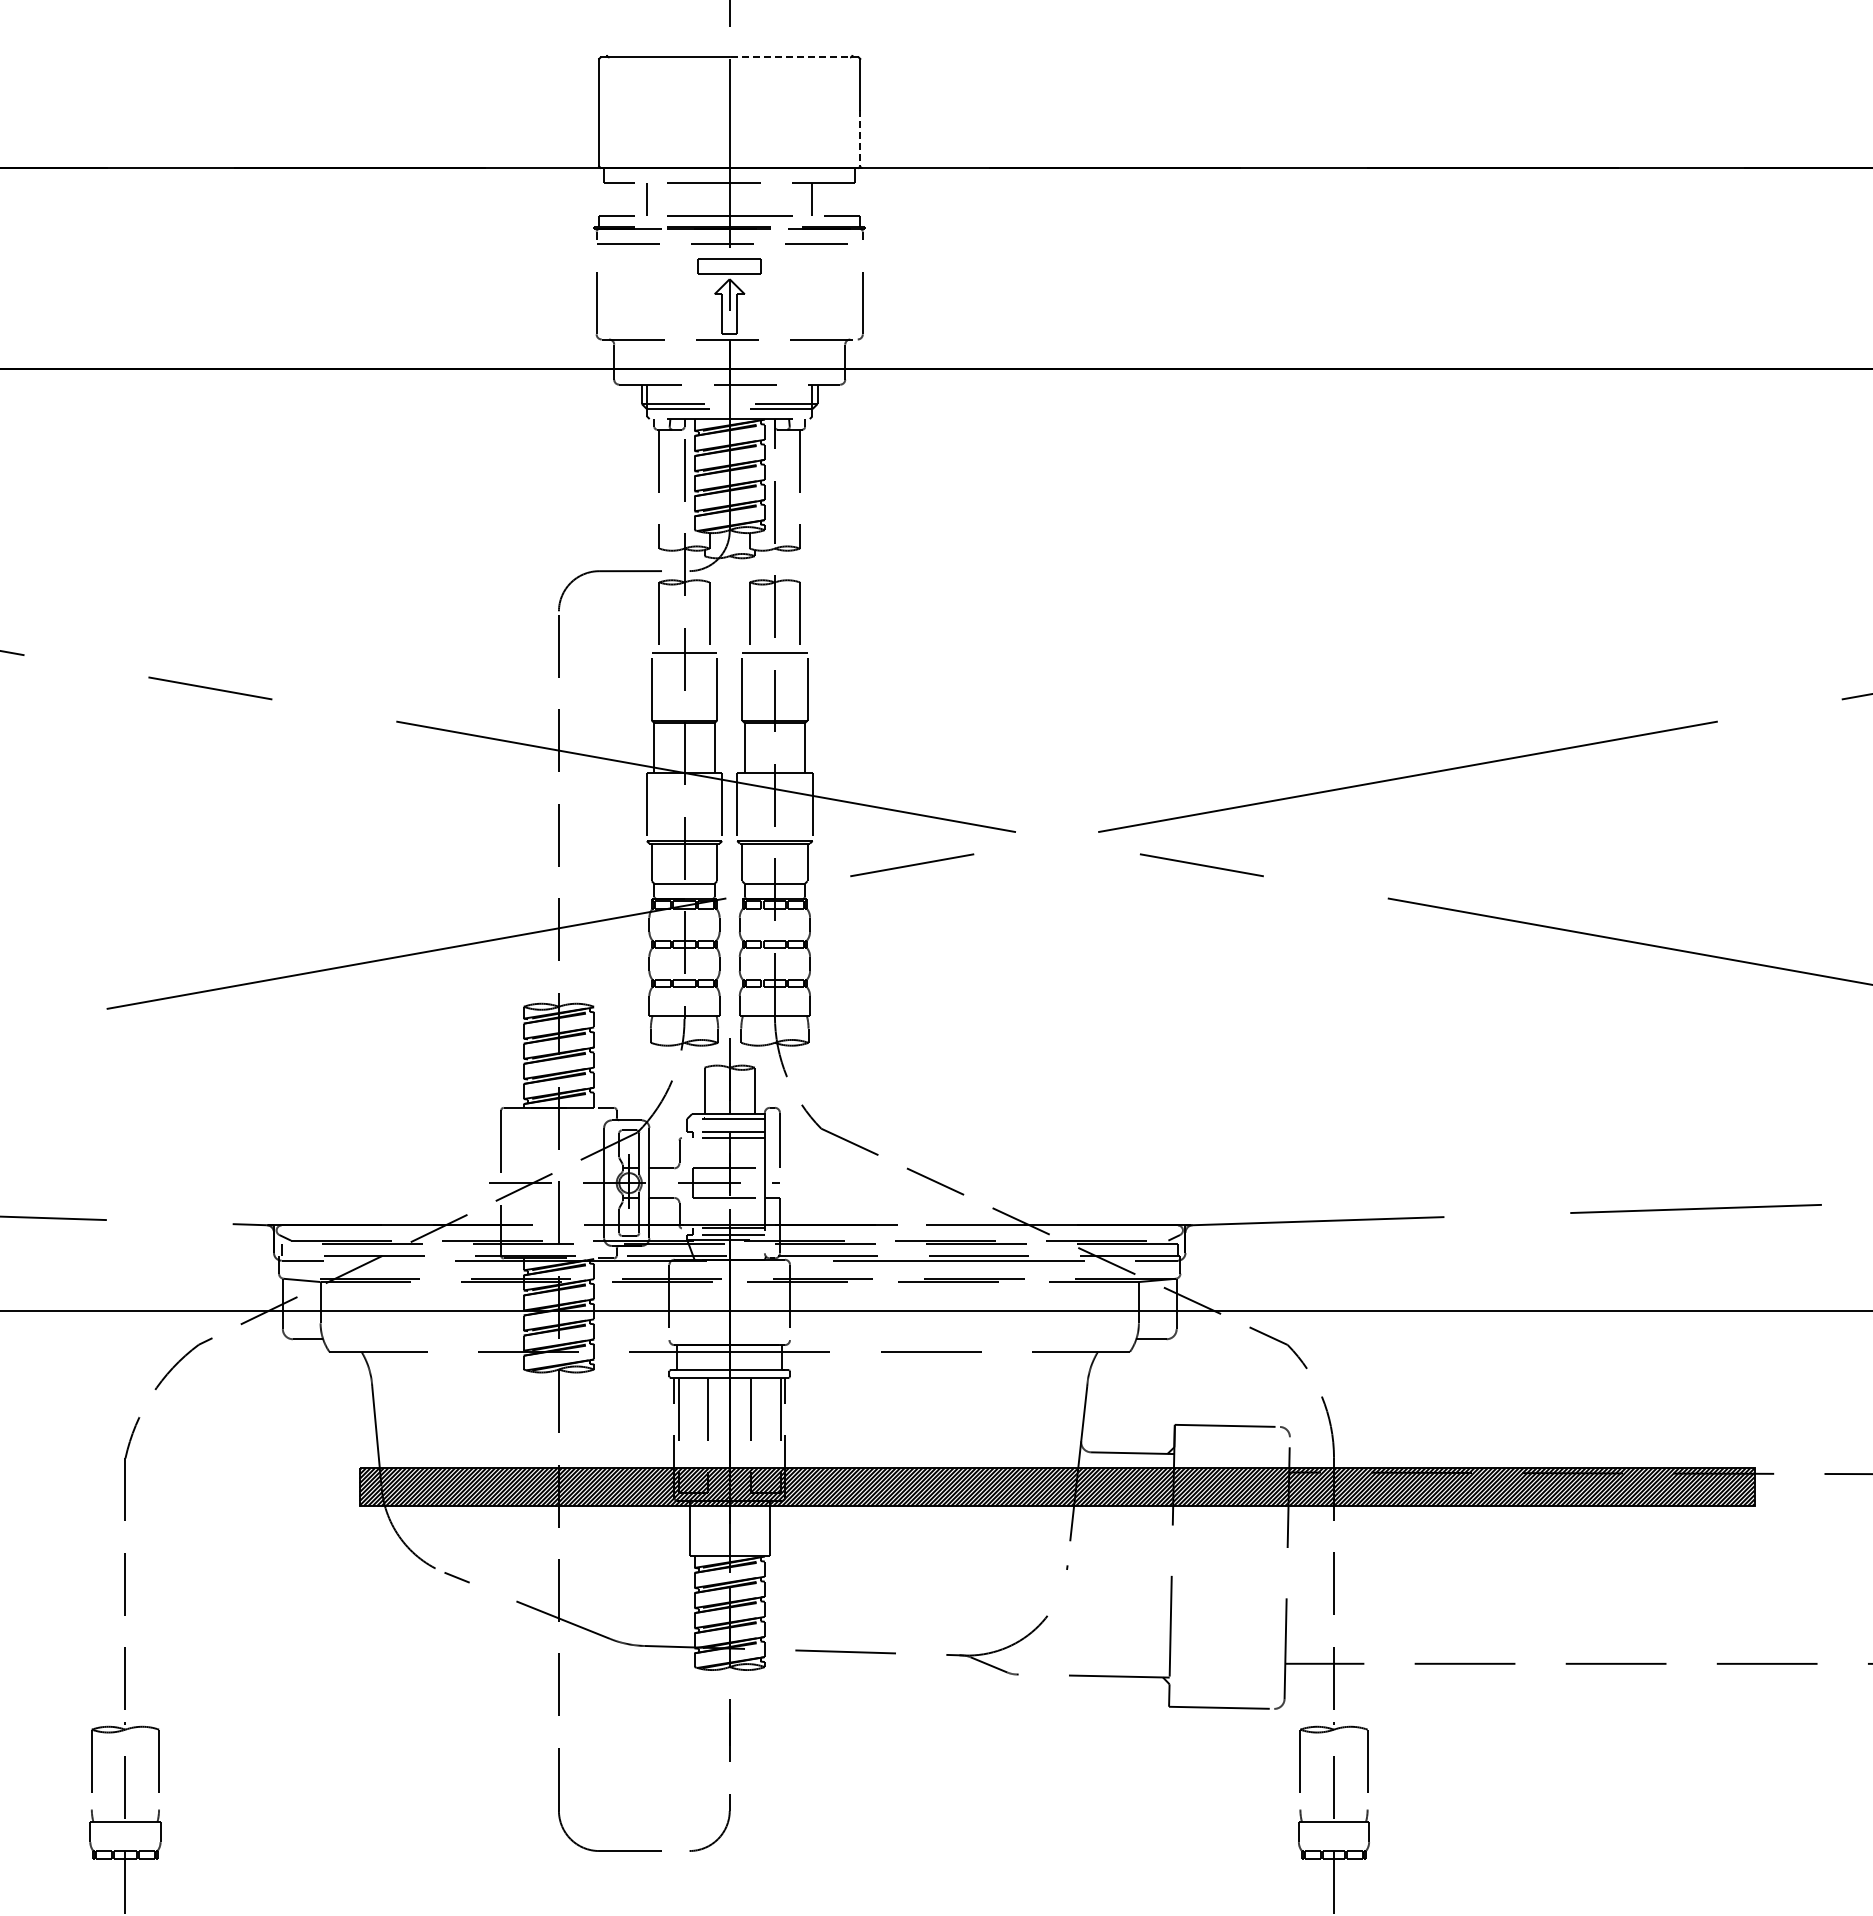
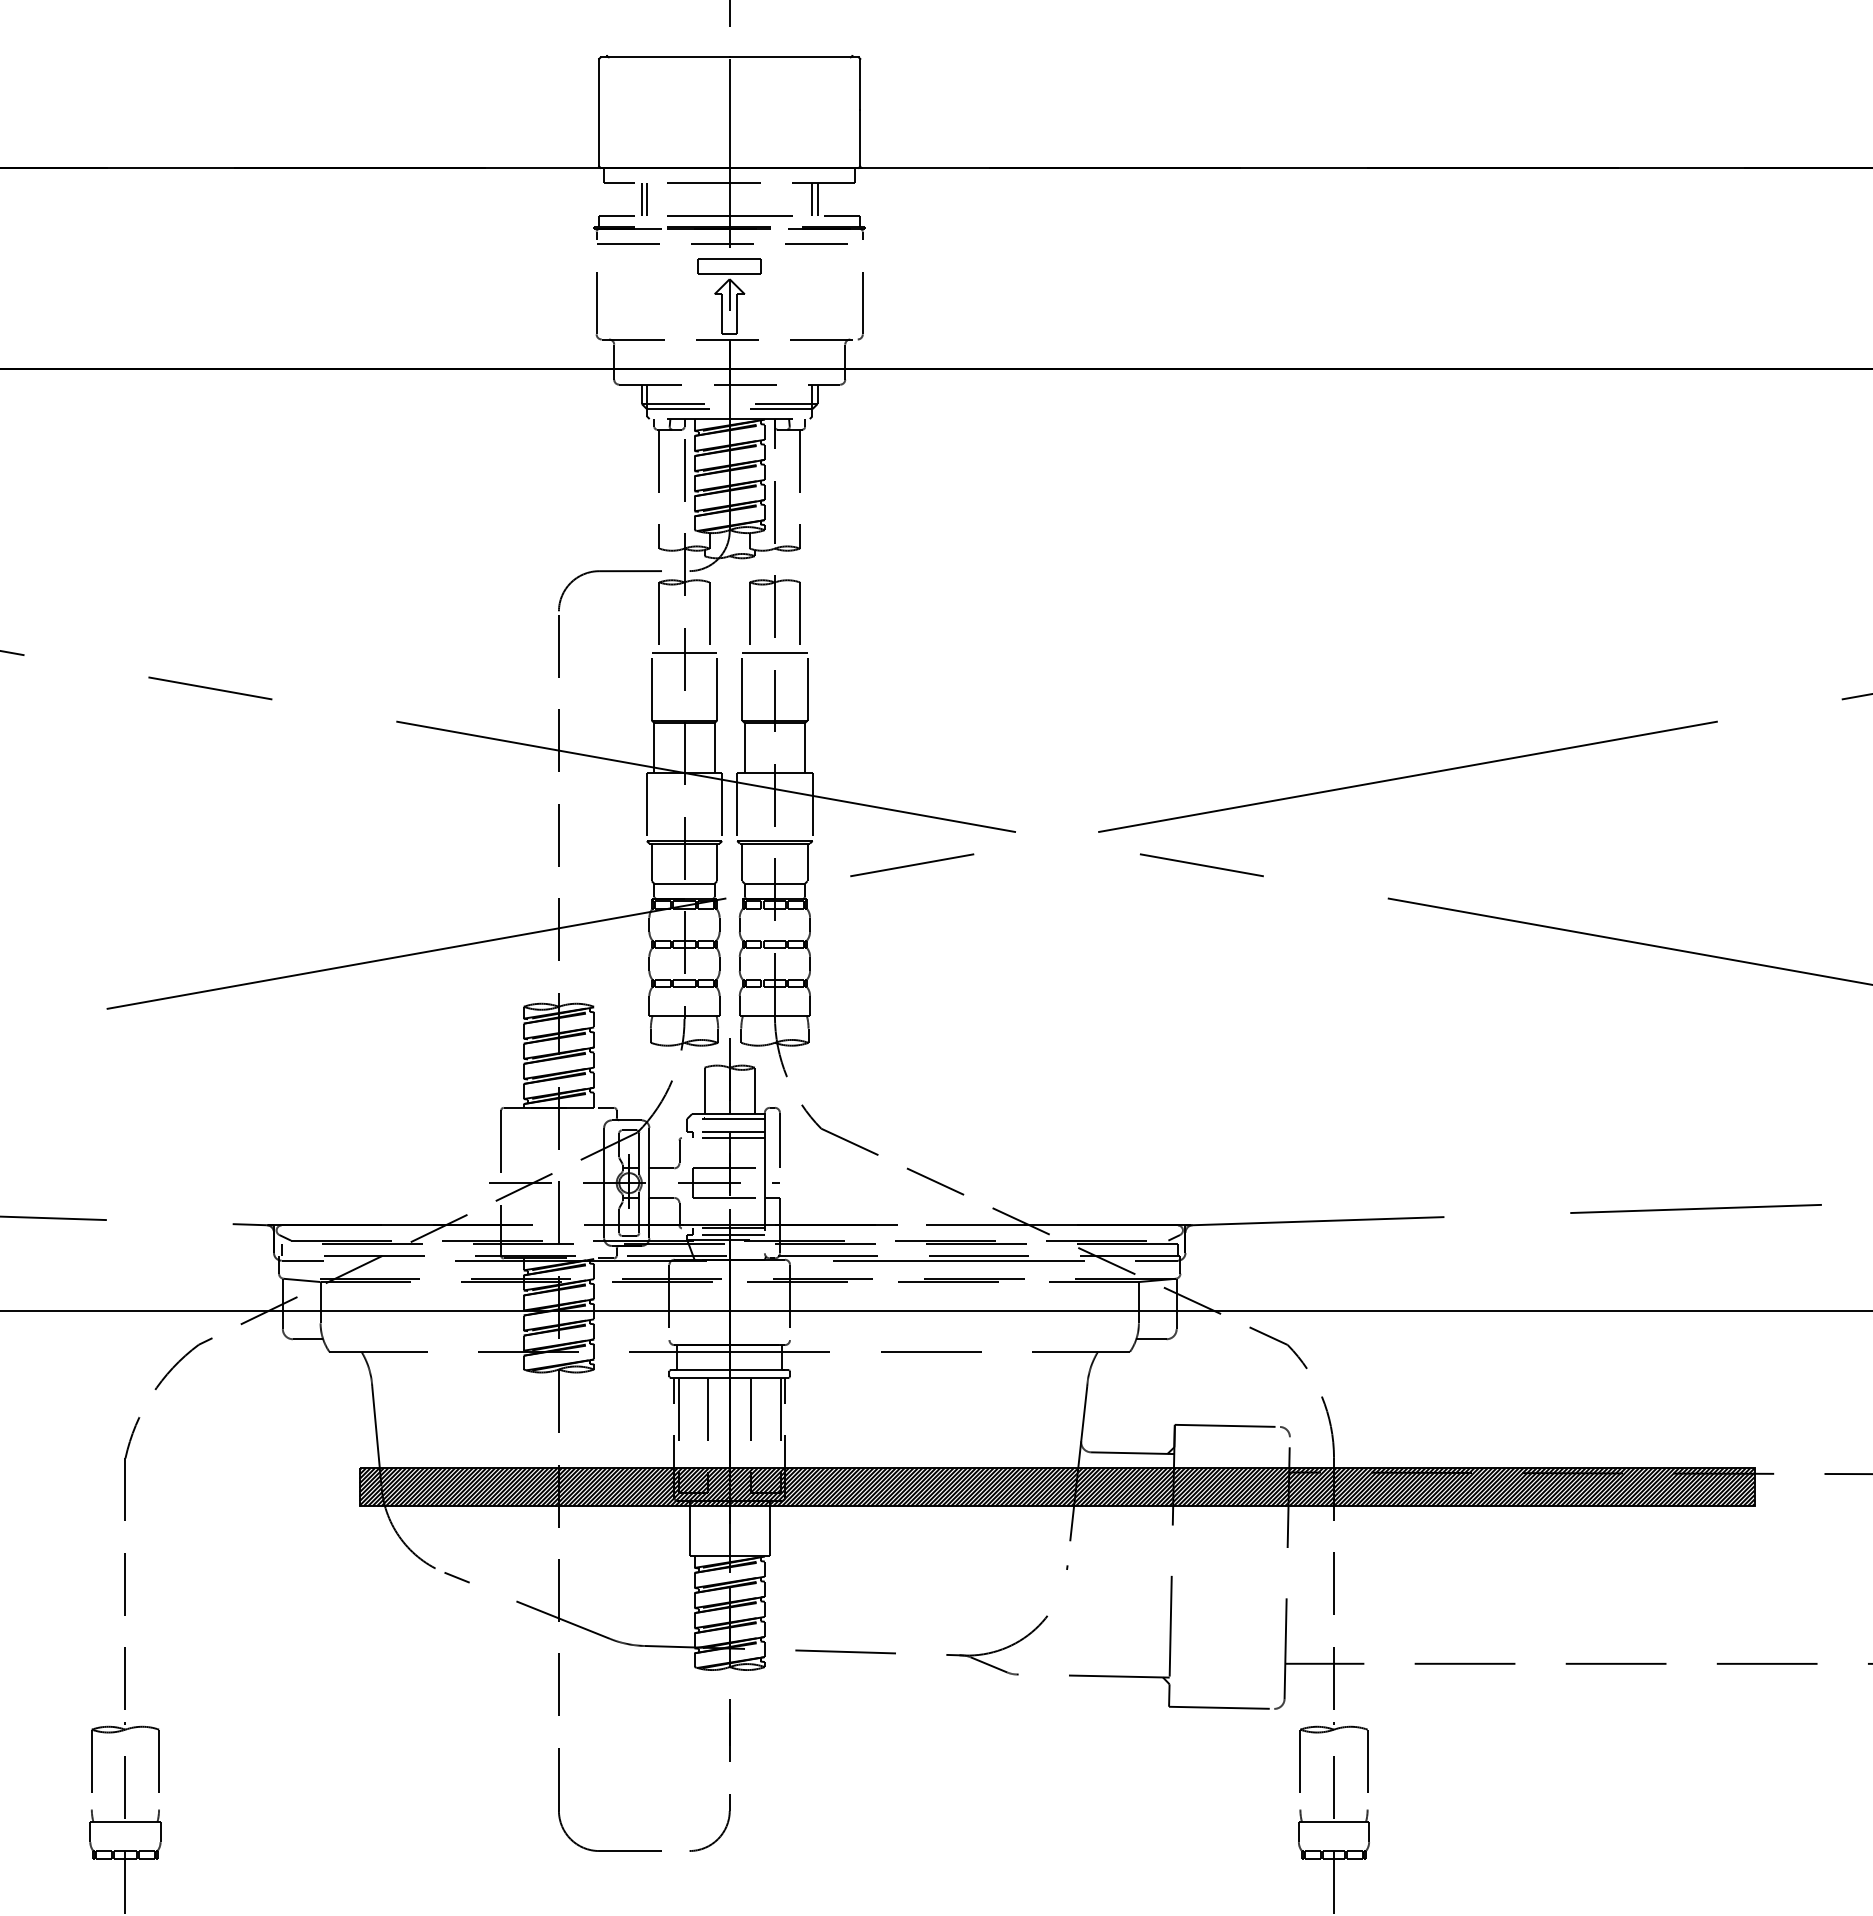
line at (794, 57): dashed -> solid
line at (860, 138): dashed -> solid
line at (641, 199): none -> present
line at (817, 199): none -> present
